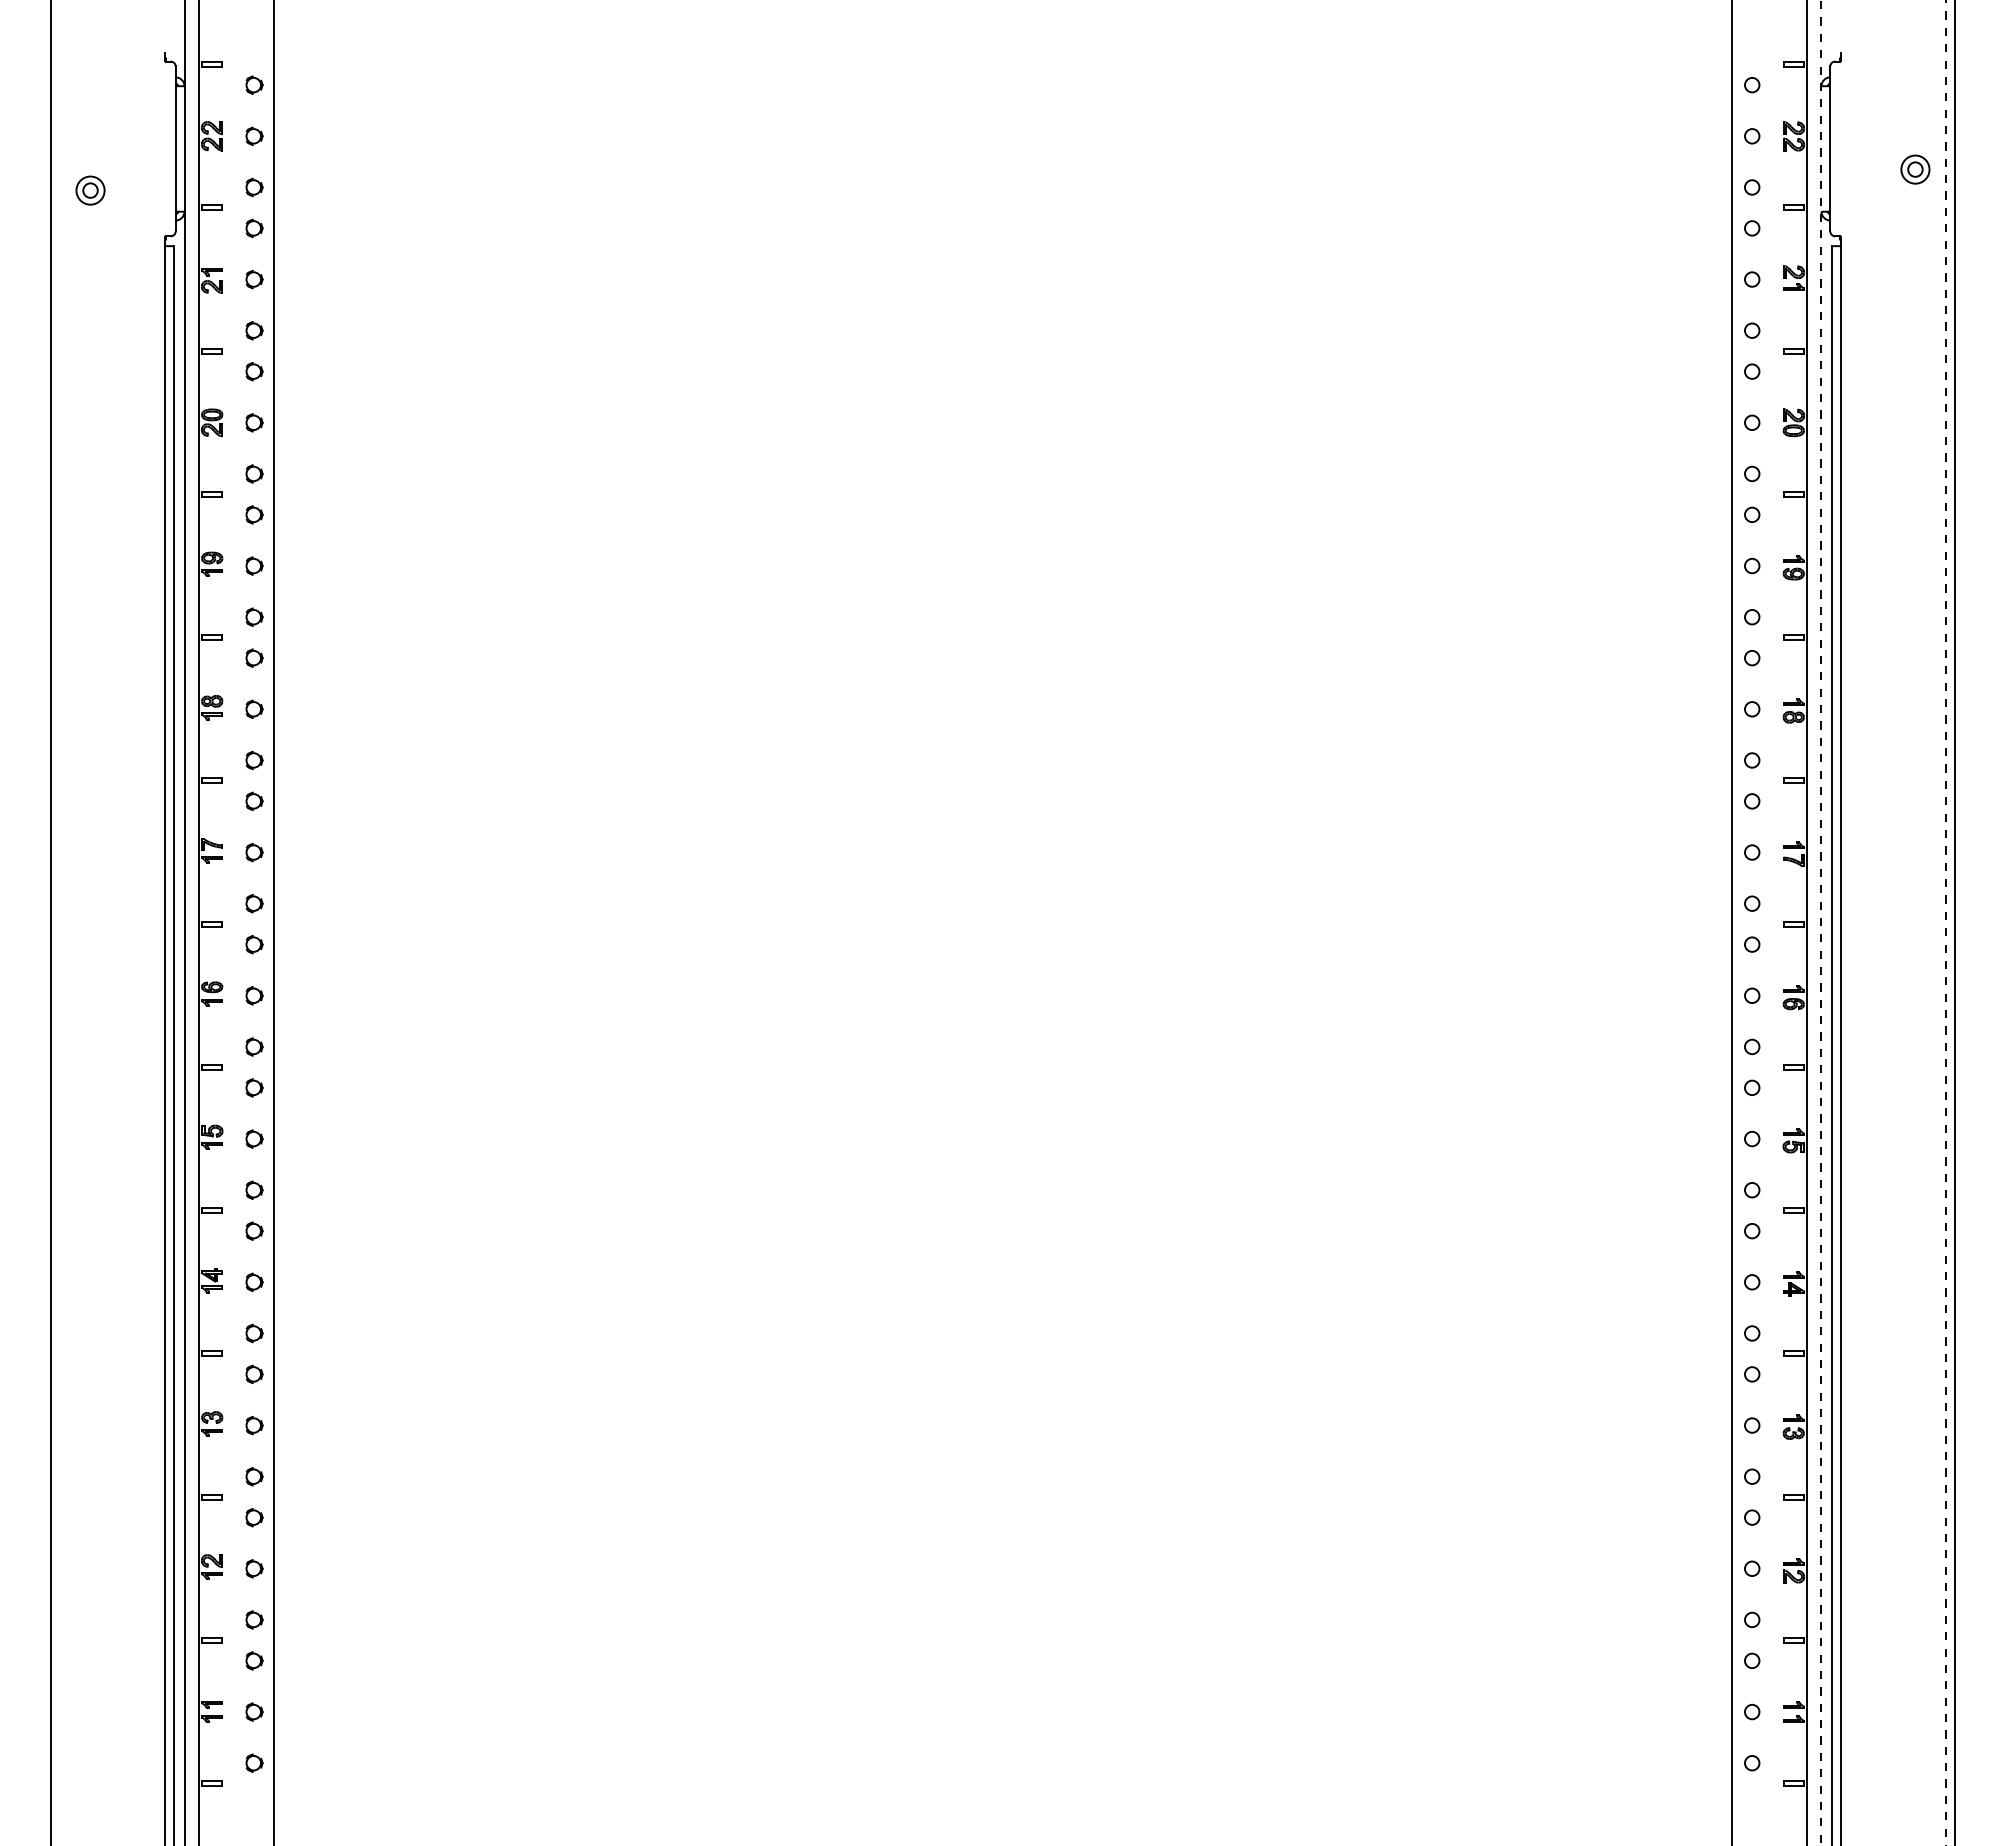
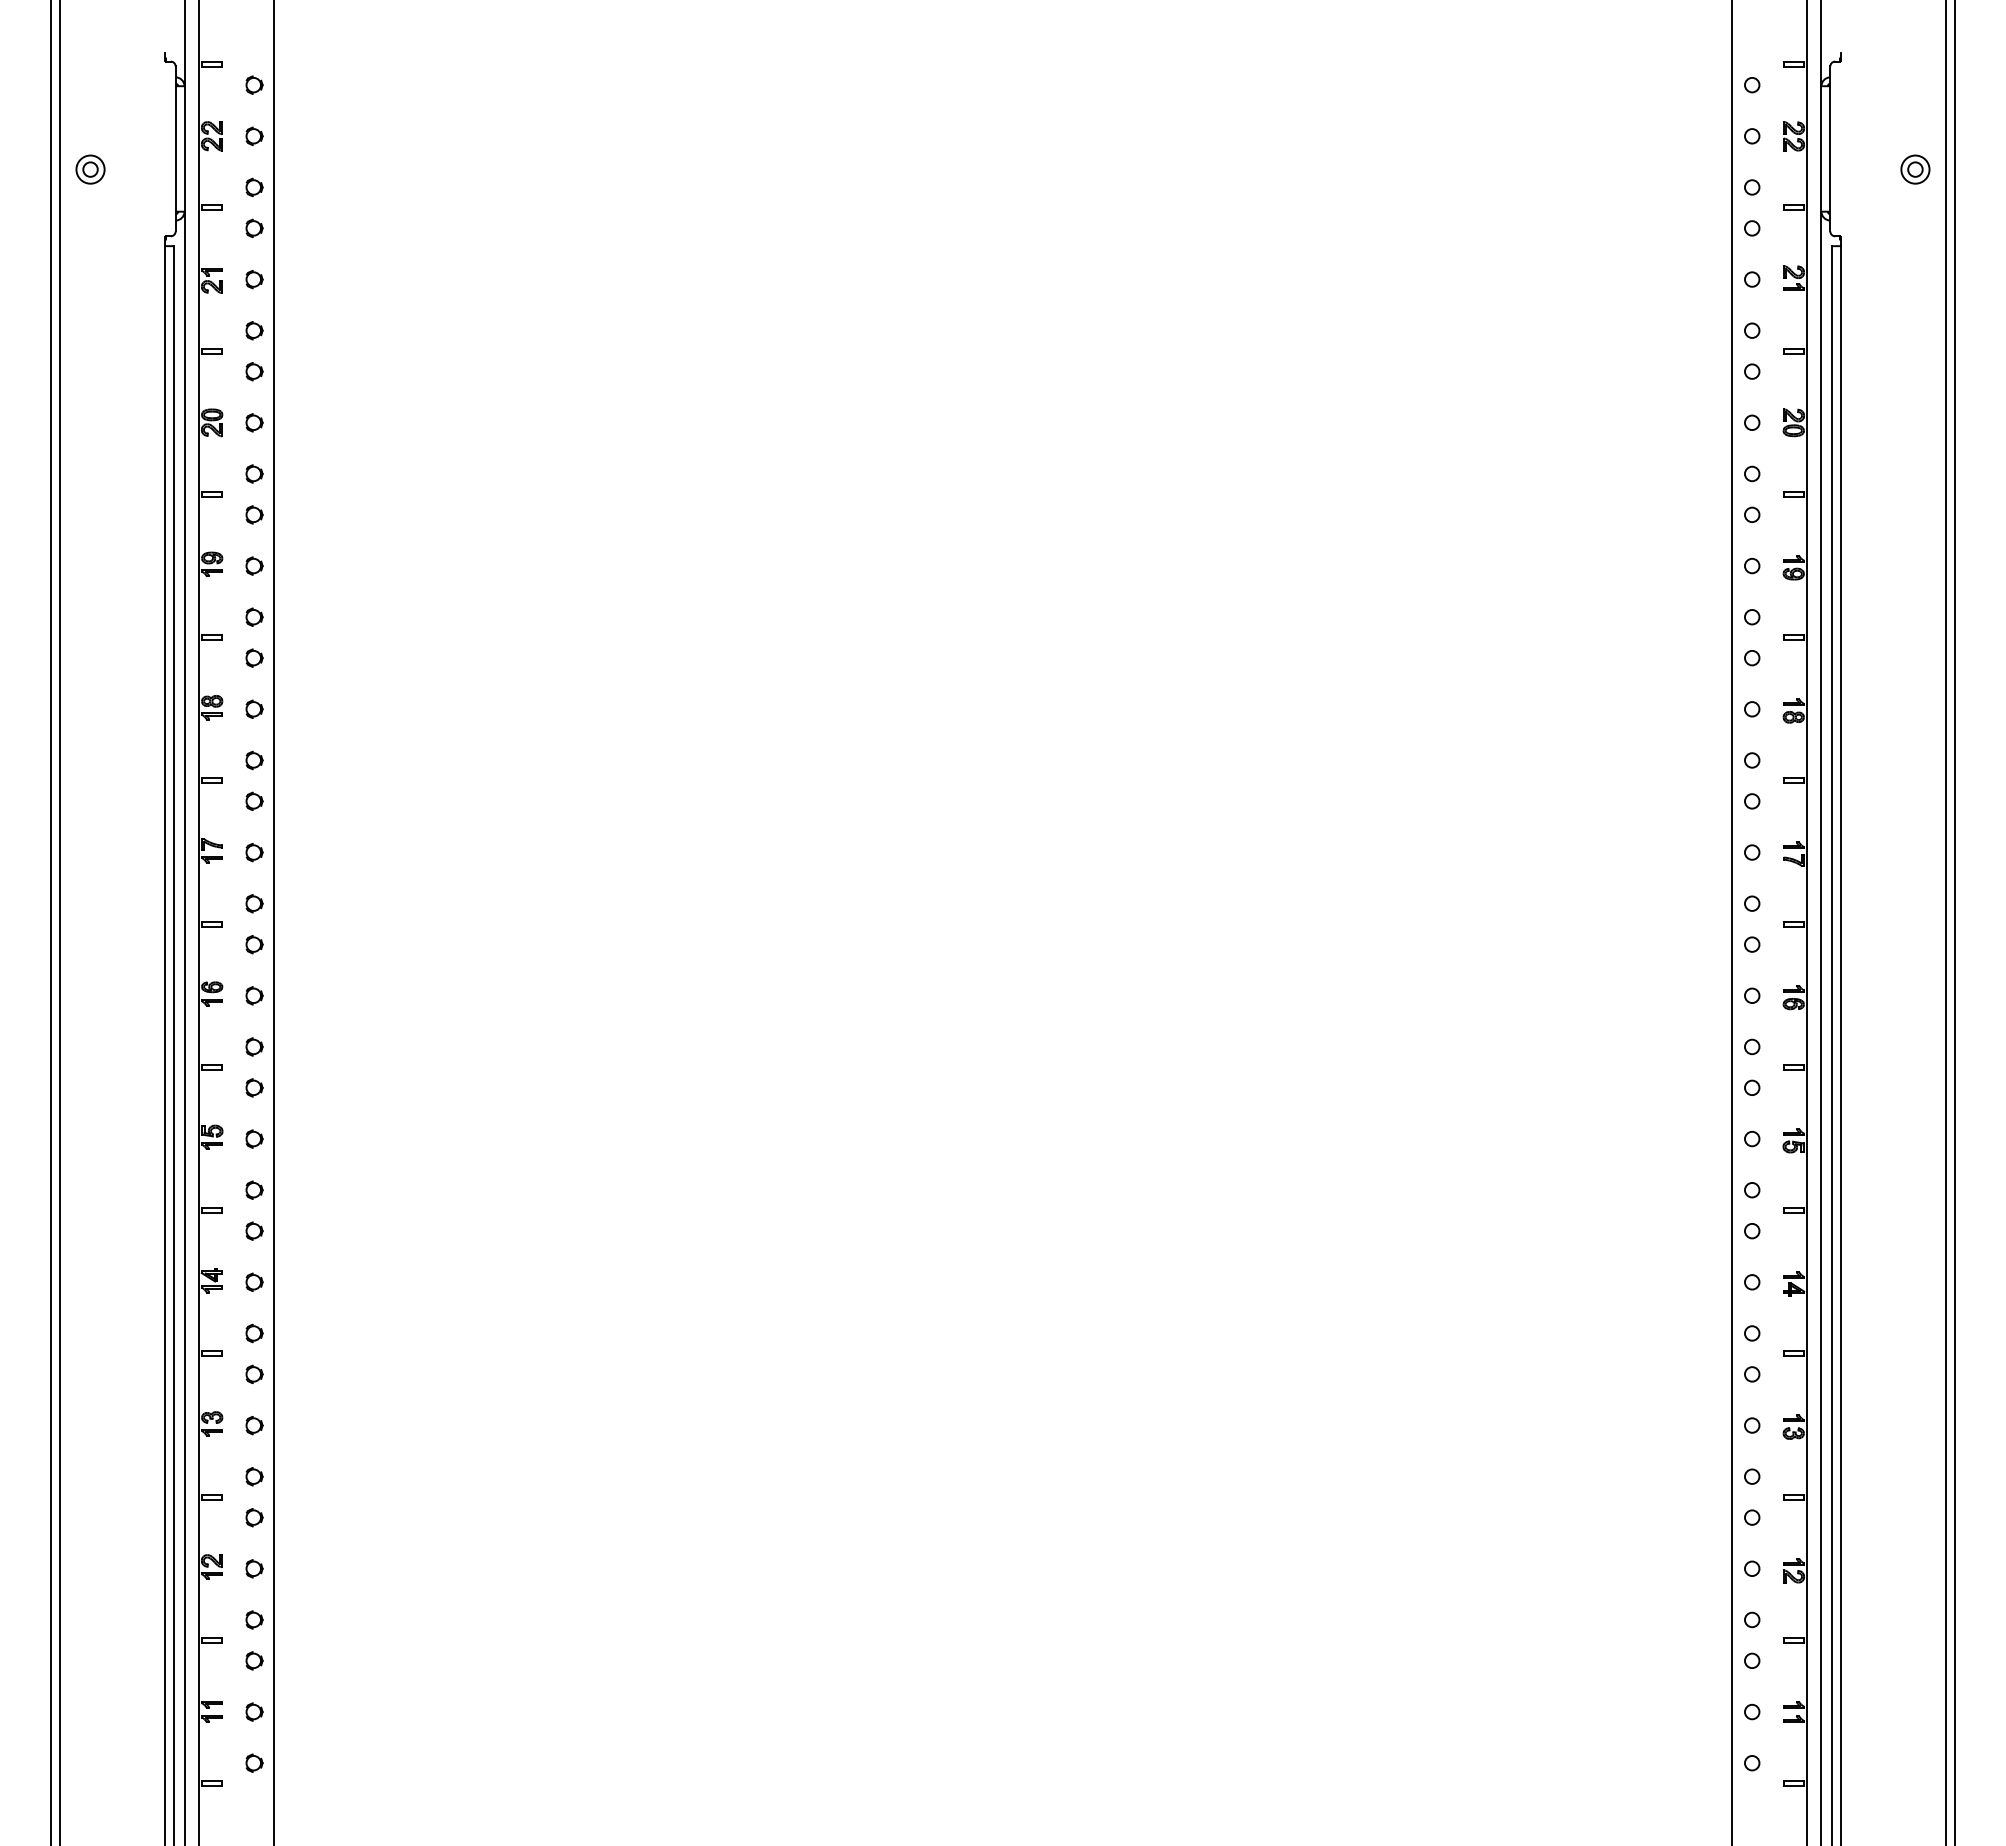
part at (90, 190) position: (90, 190) -> (90, 169)
line at (60, 922): none -> present
line at (1945, 922): dashed -> solid
line at (1821, 923): dashed -> solid
